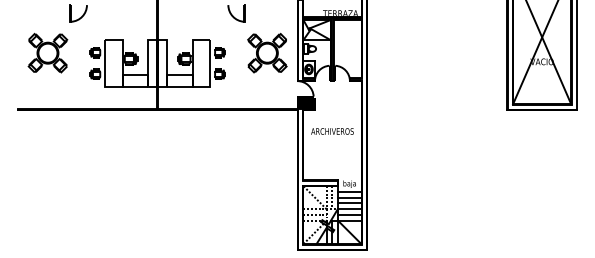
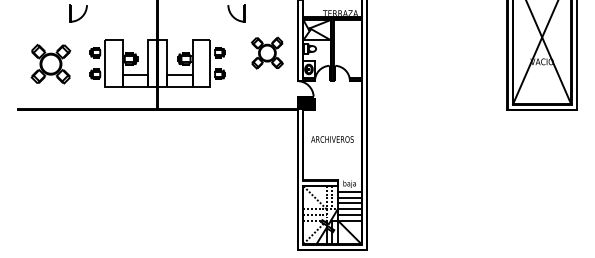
part at (47, 52) position: (47, 52) -> (50, 63)
part at (267, 52) size: 41x42 px -> 33x34 px
text at (332, 131) position: (332, 131) -> (332, 139)
